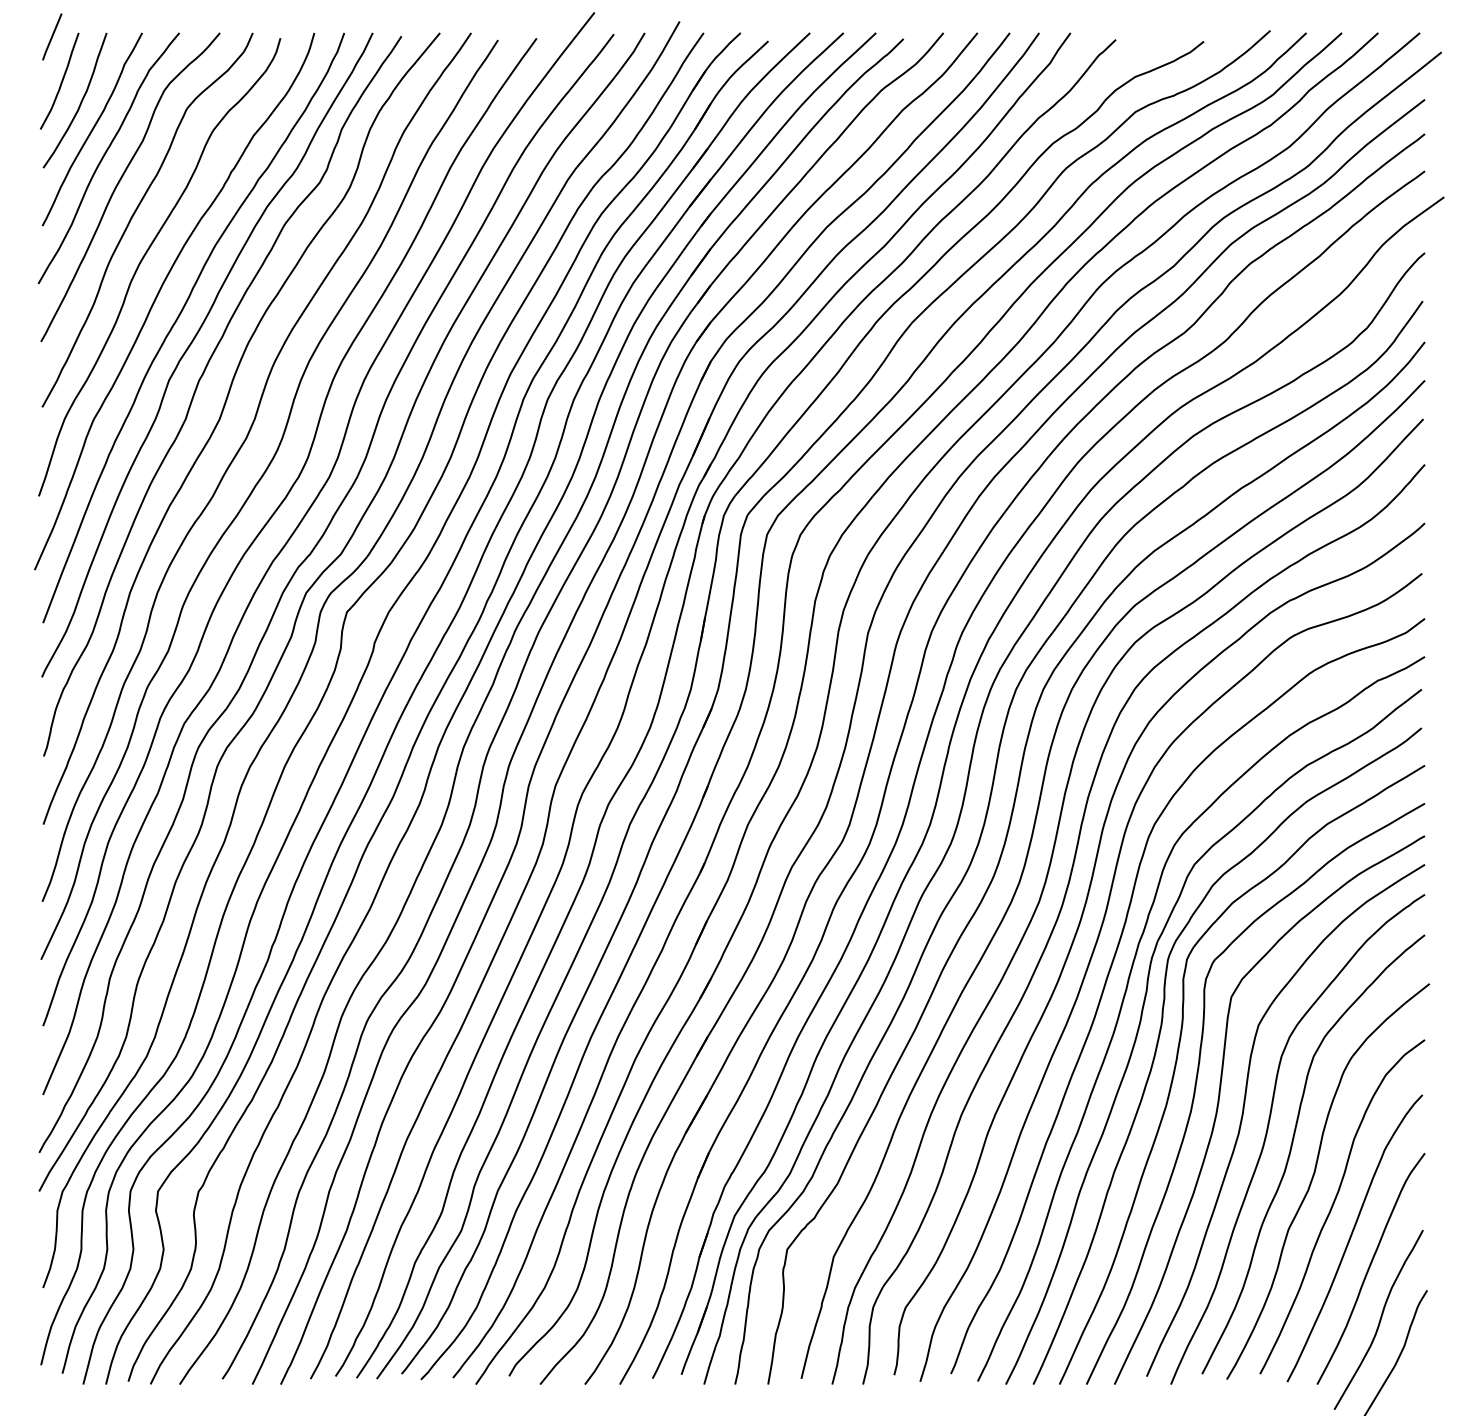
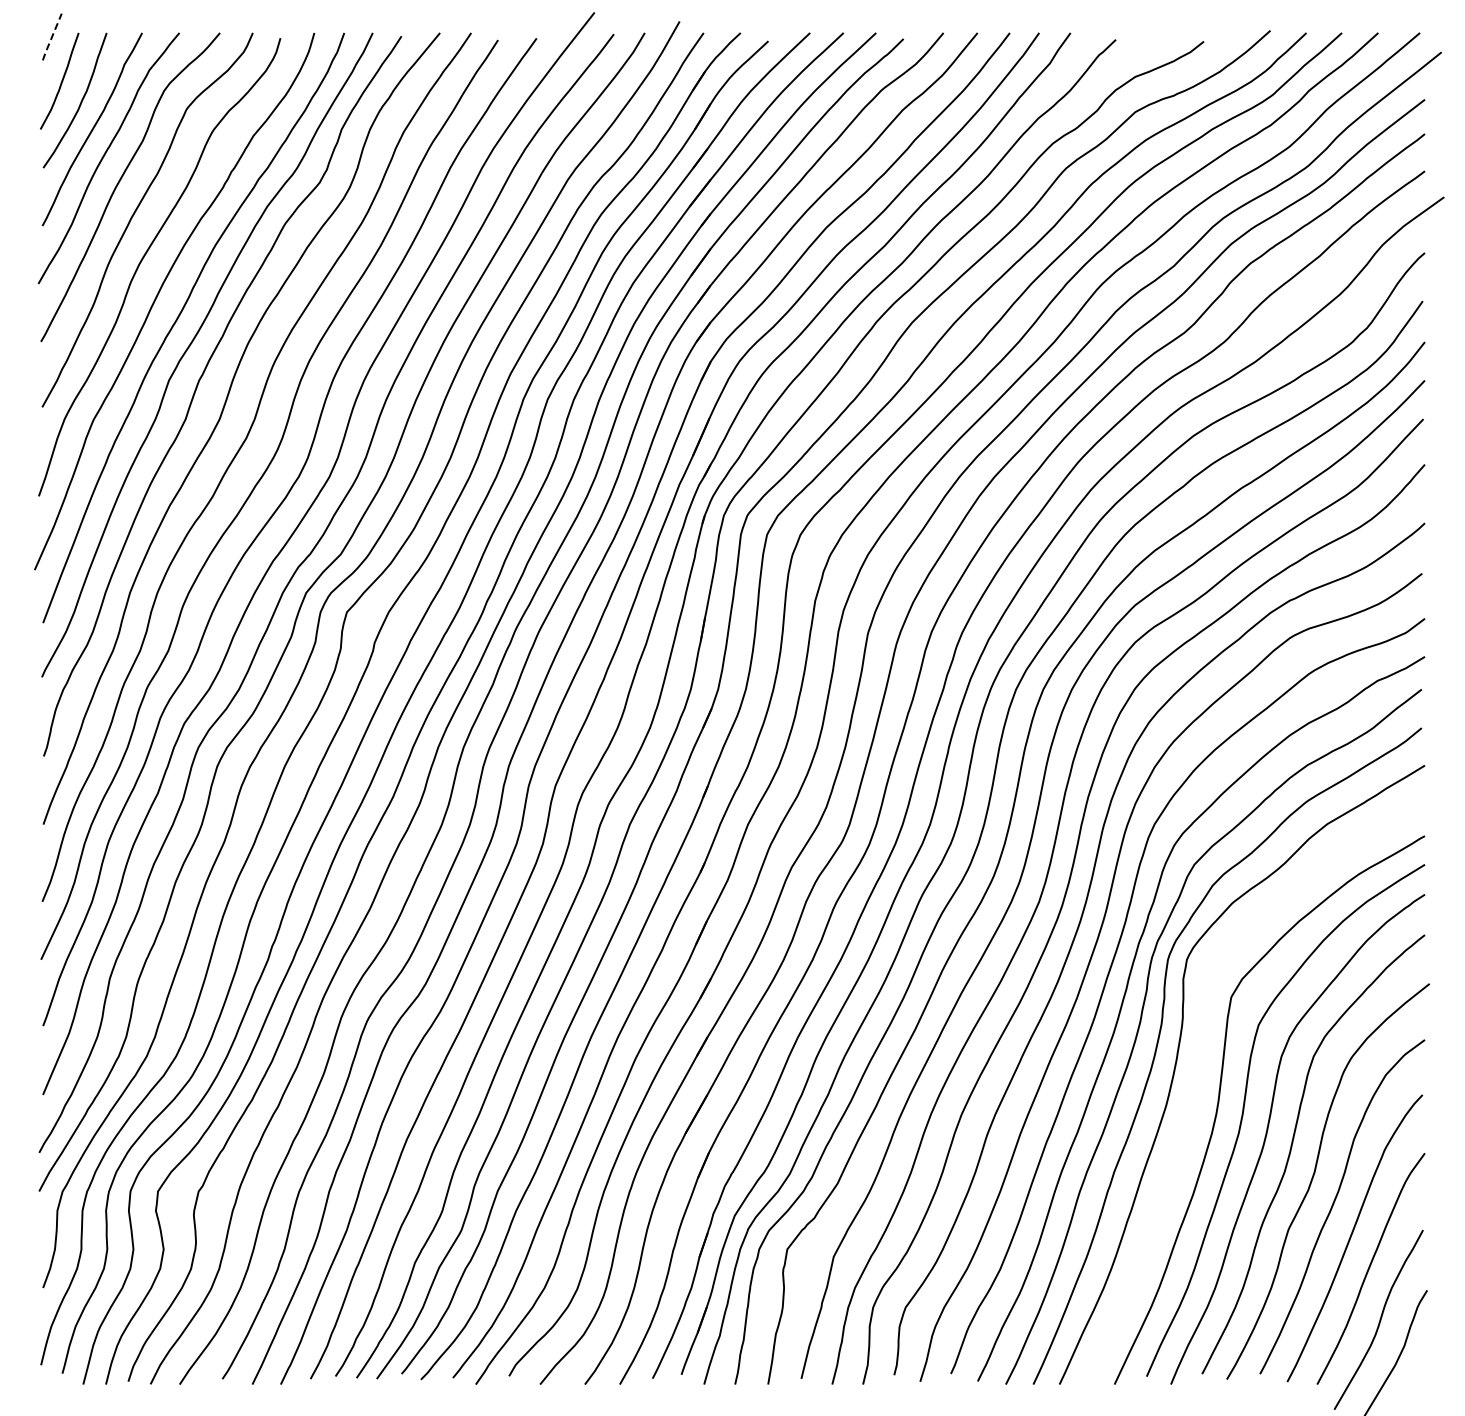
line at (51, 37): solid -> dashed
curve at (1196, 1088): present -> none
